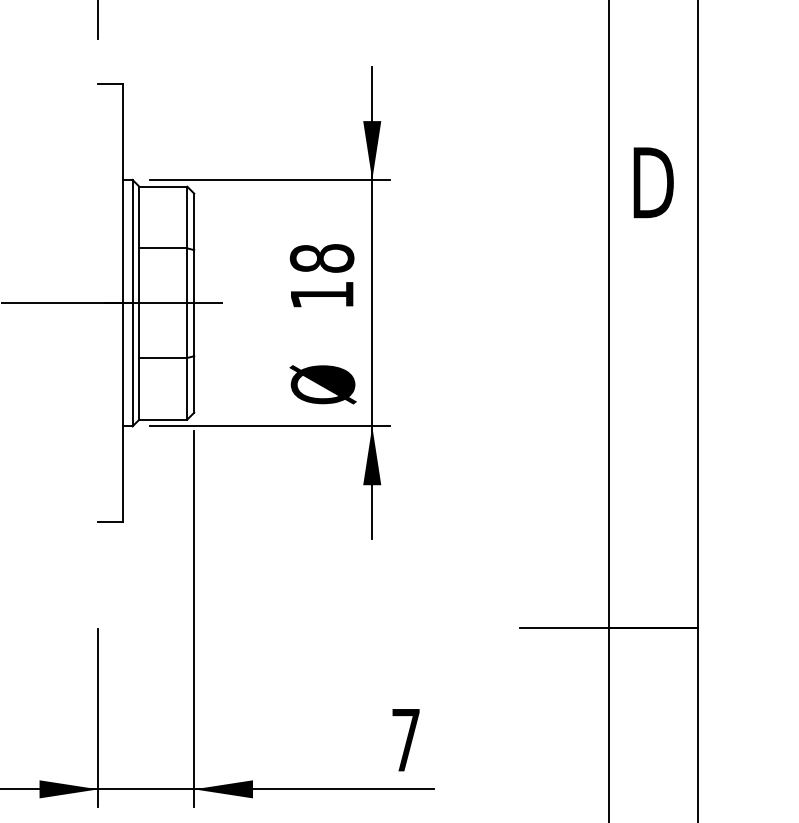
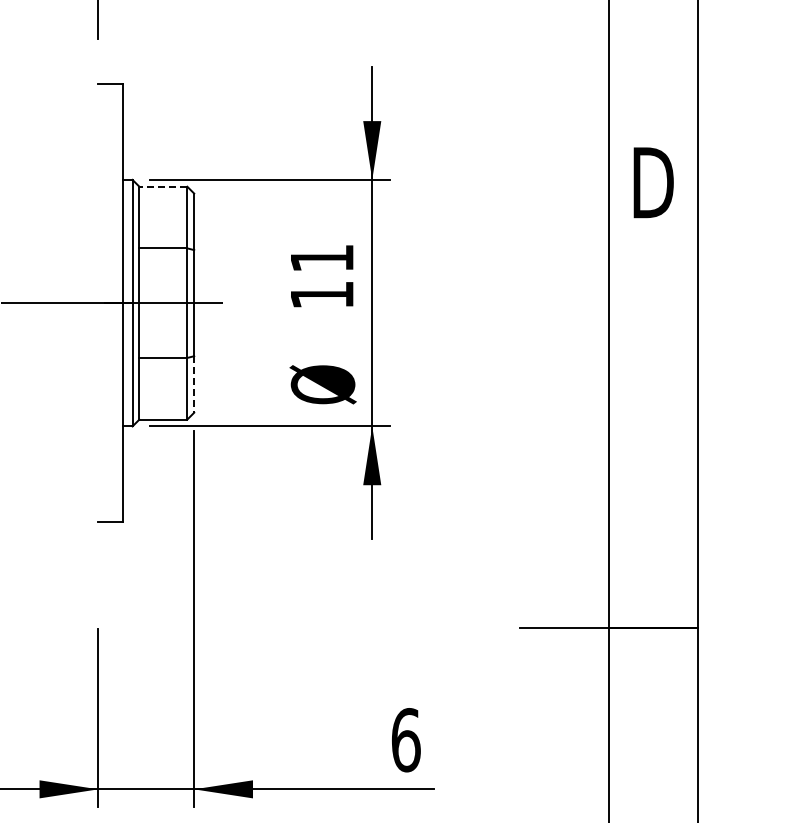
line at (163, 186): solid -> dashed
text at (321, 258): 18 -> 11
line at (194, 384): solid -> dashed
text at (405, 740): 7 -> 6
